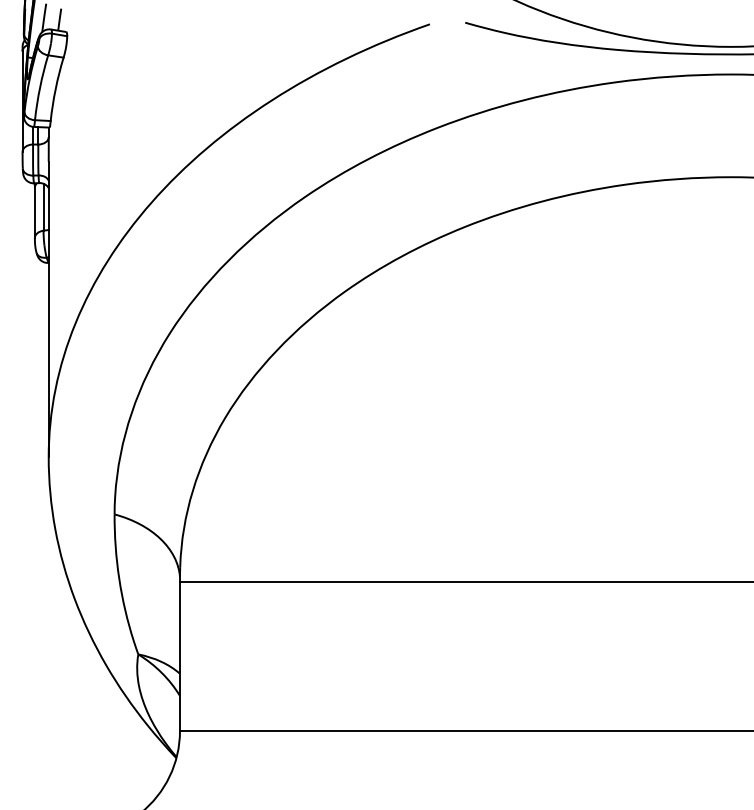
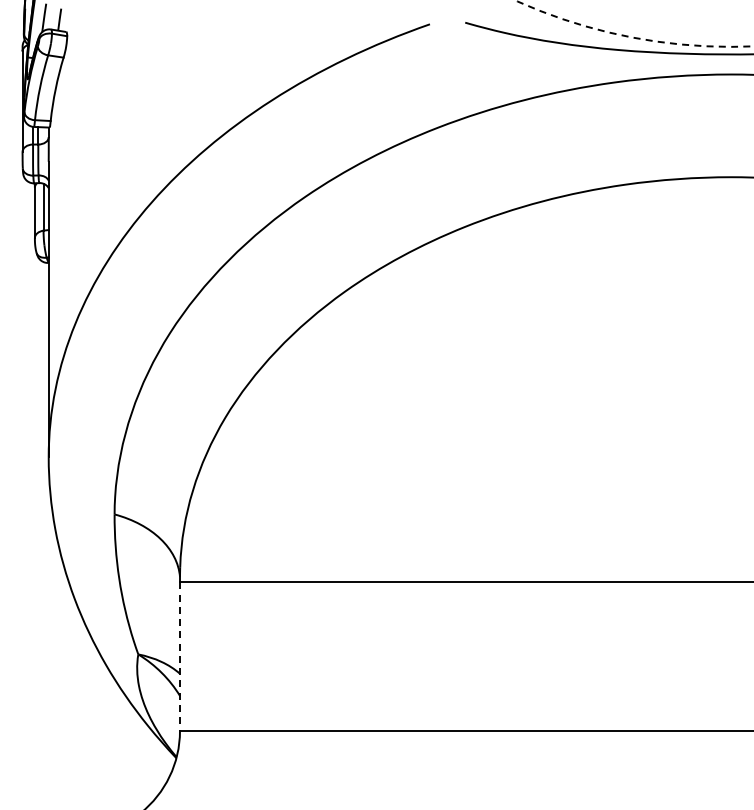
arc at (631, 37): solid -> dashed
line at (179, 657): solid -> dashed
